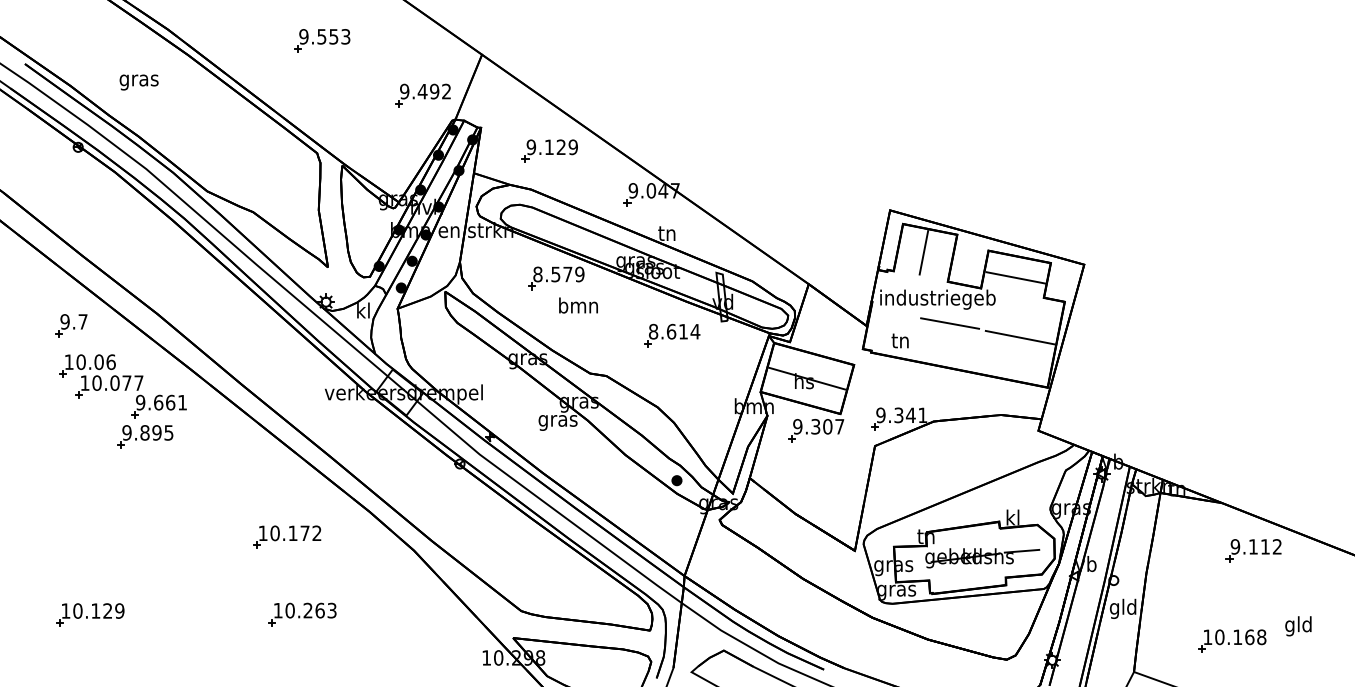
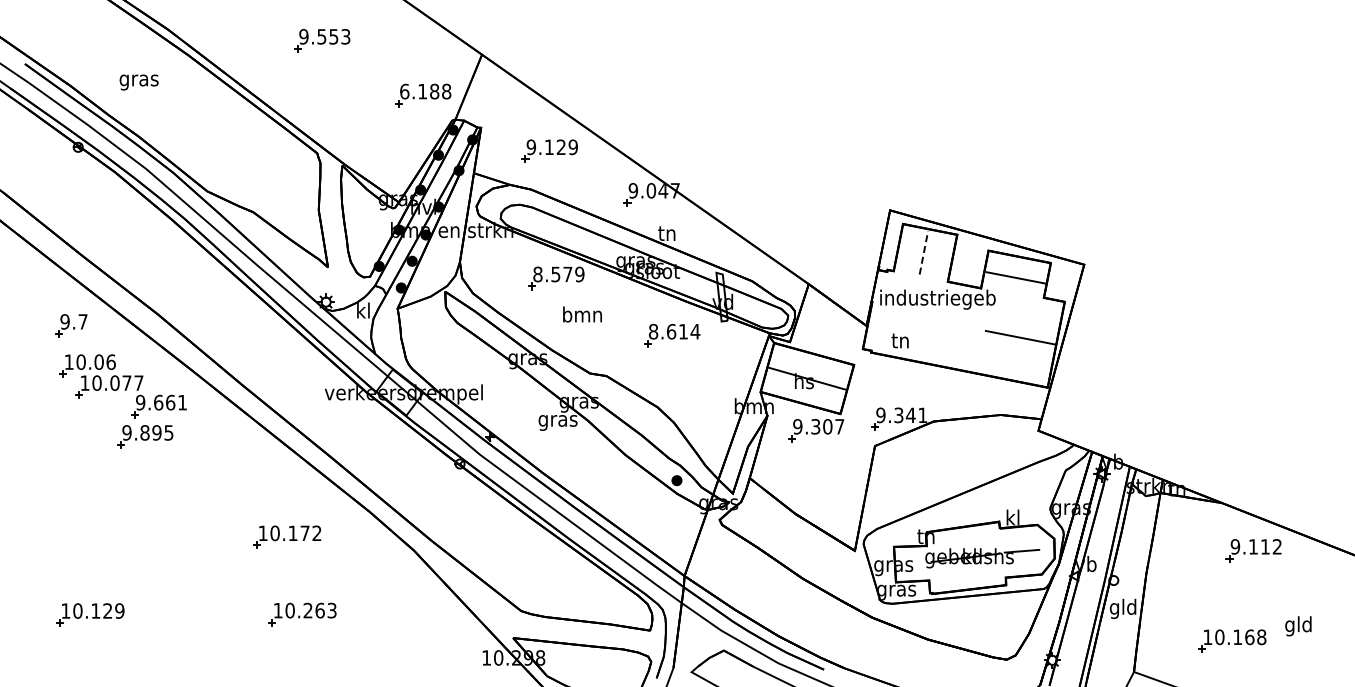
text at (425, 91): 9.492 -> 6.188
line at (924, 252): solid -> dashed
text at (578, 305) position: (578, 305) -> (582, 314)
line at (950, 323): present -> none
